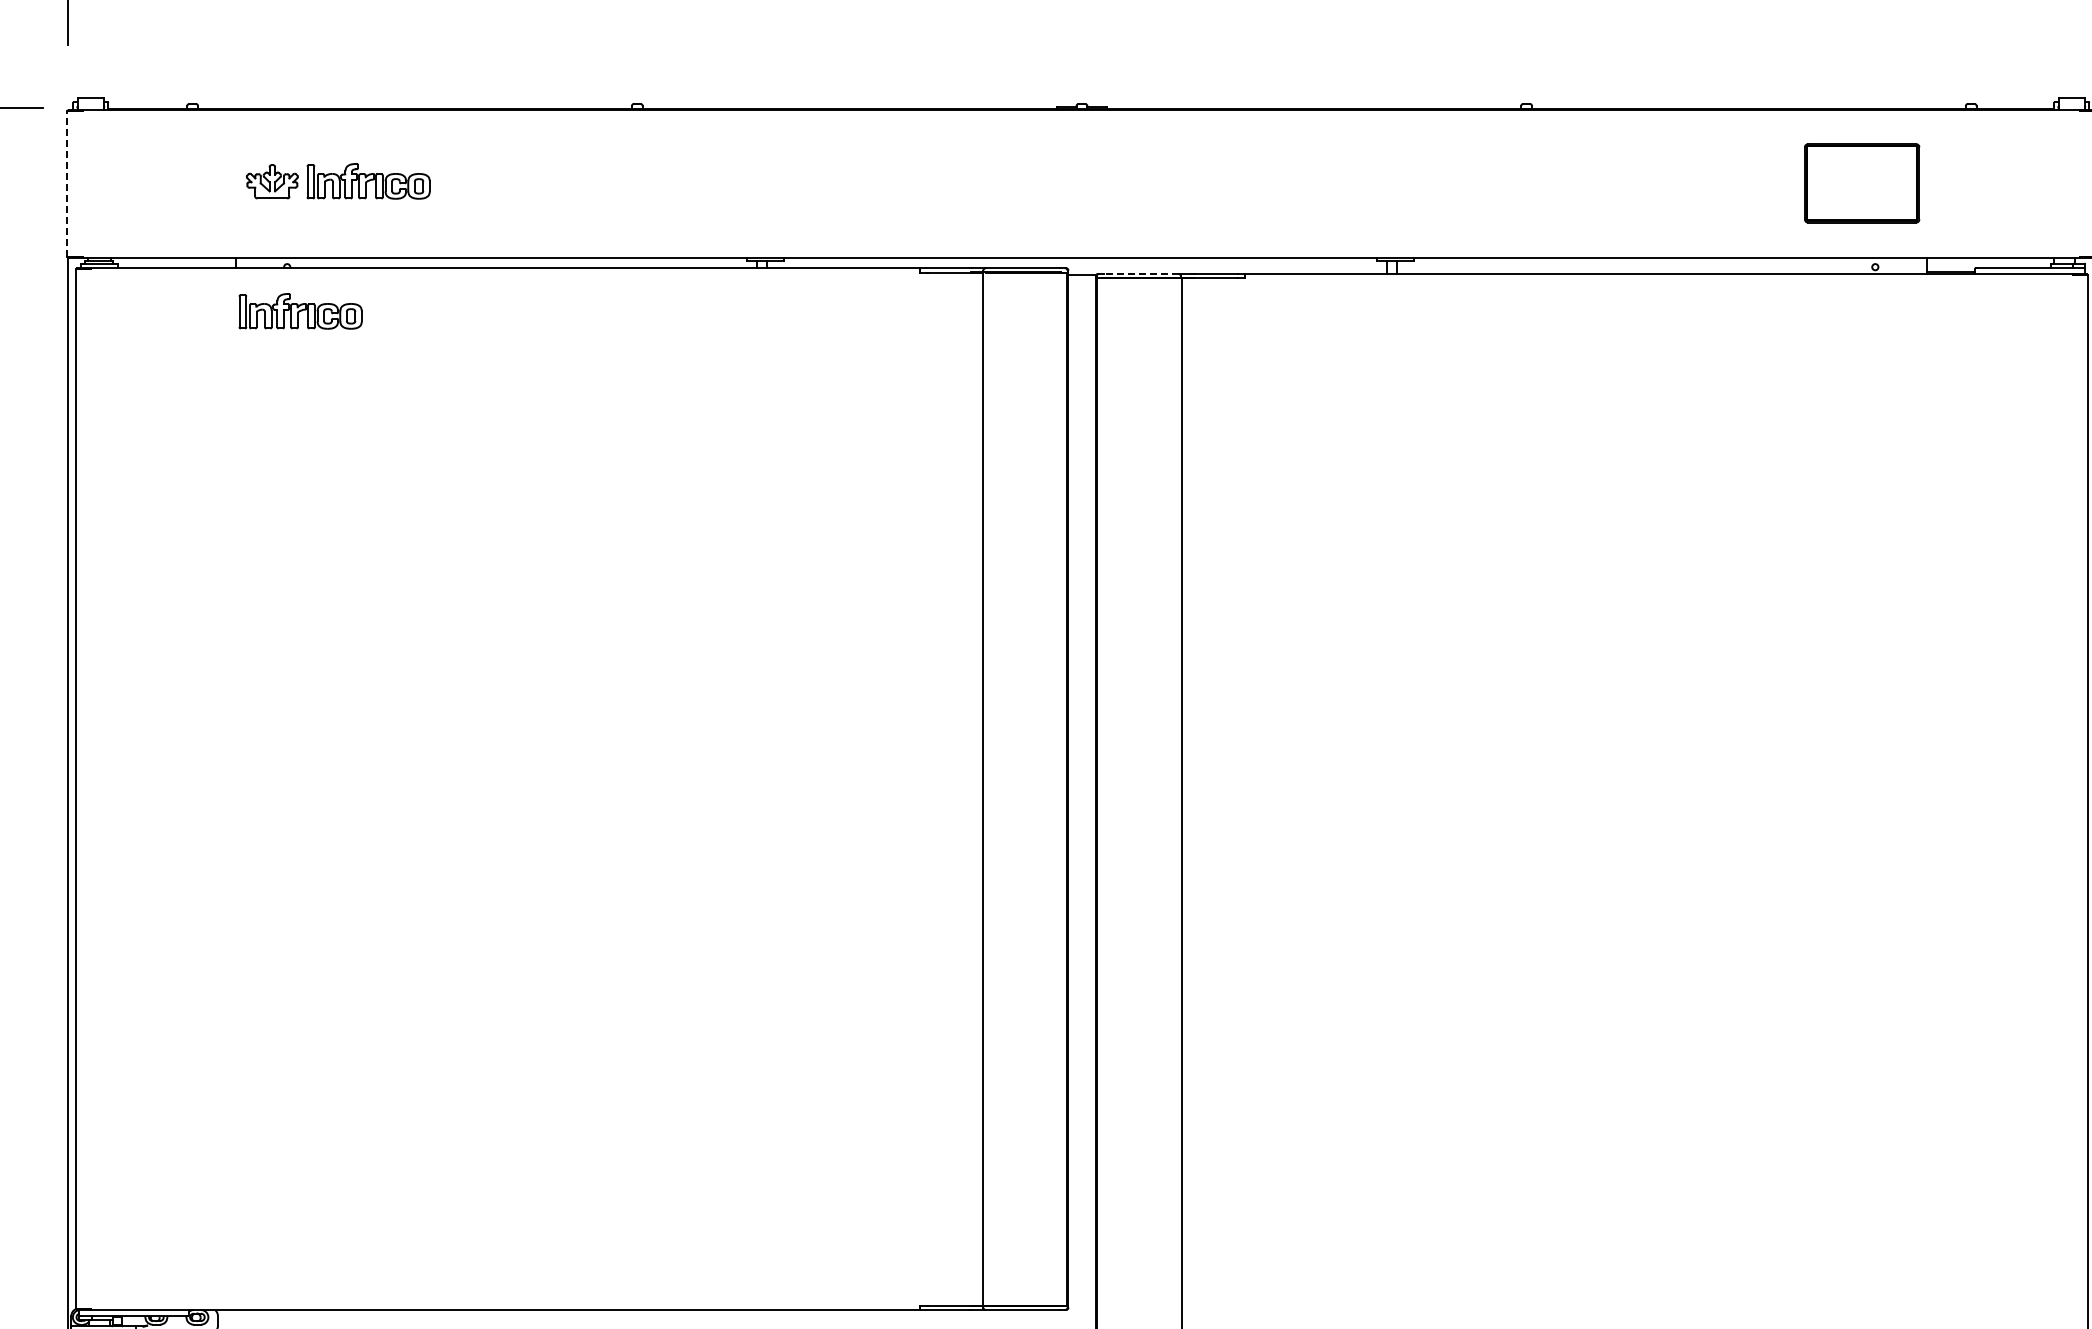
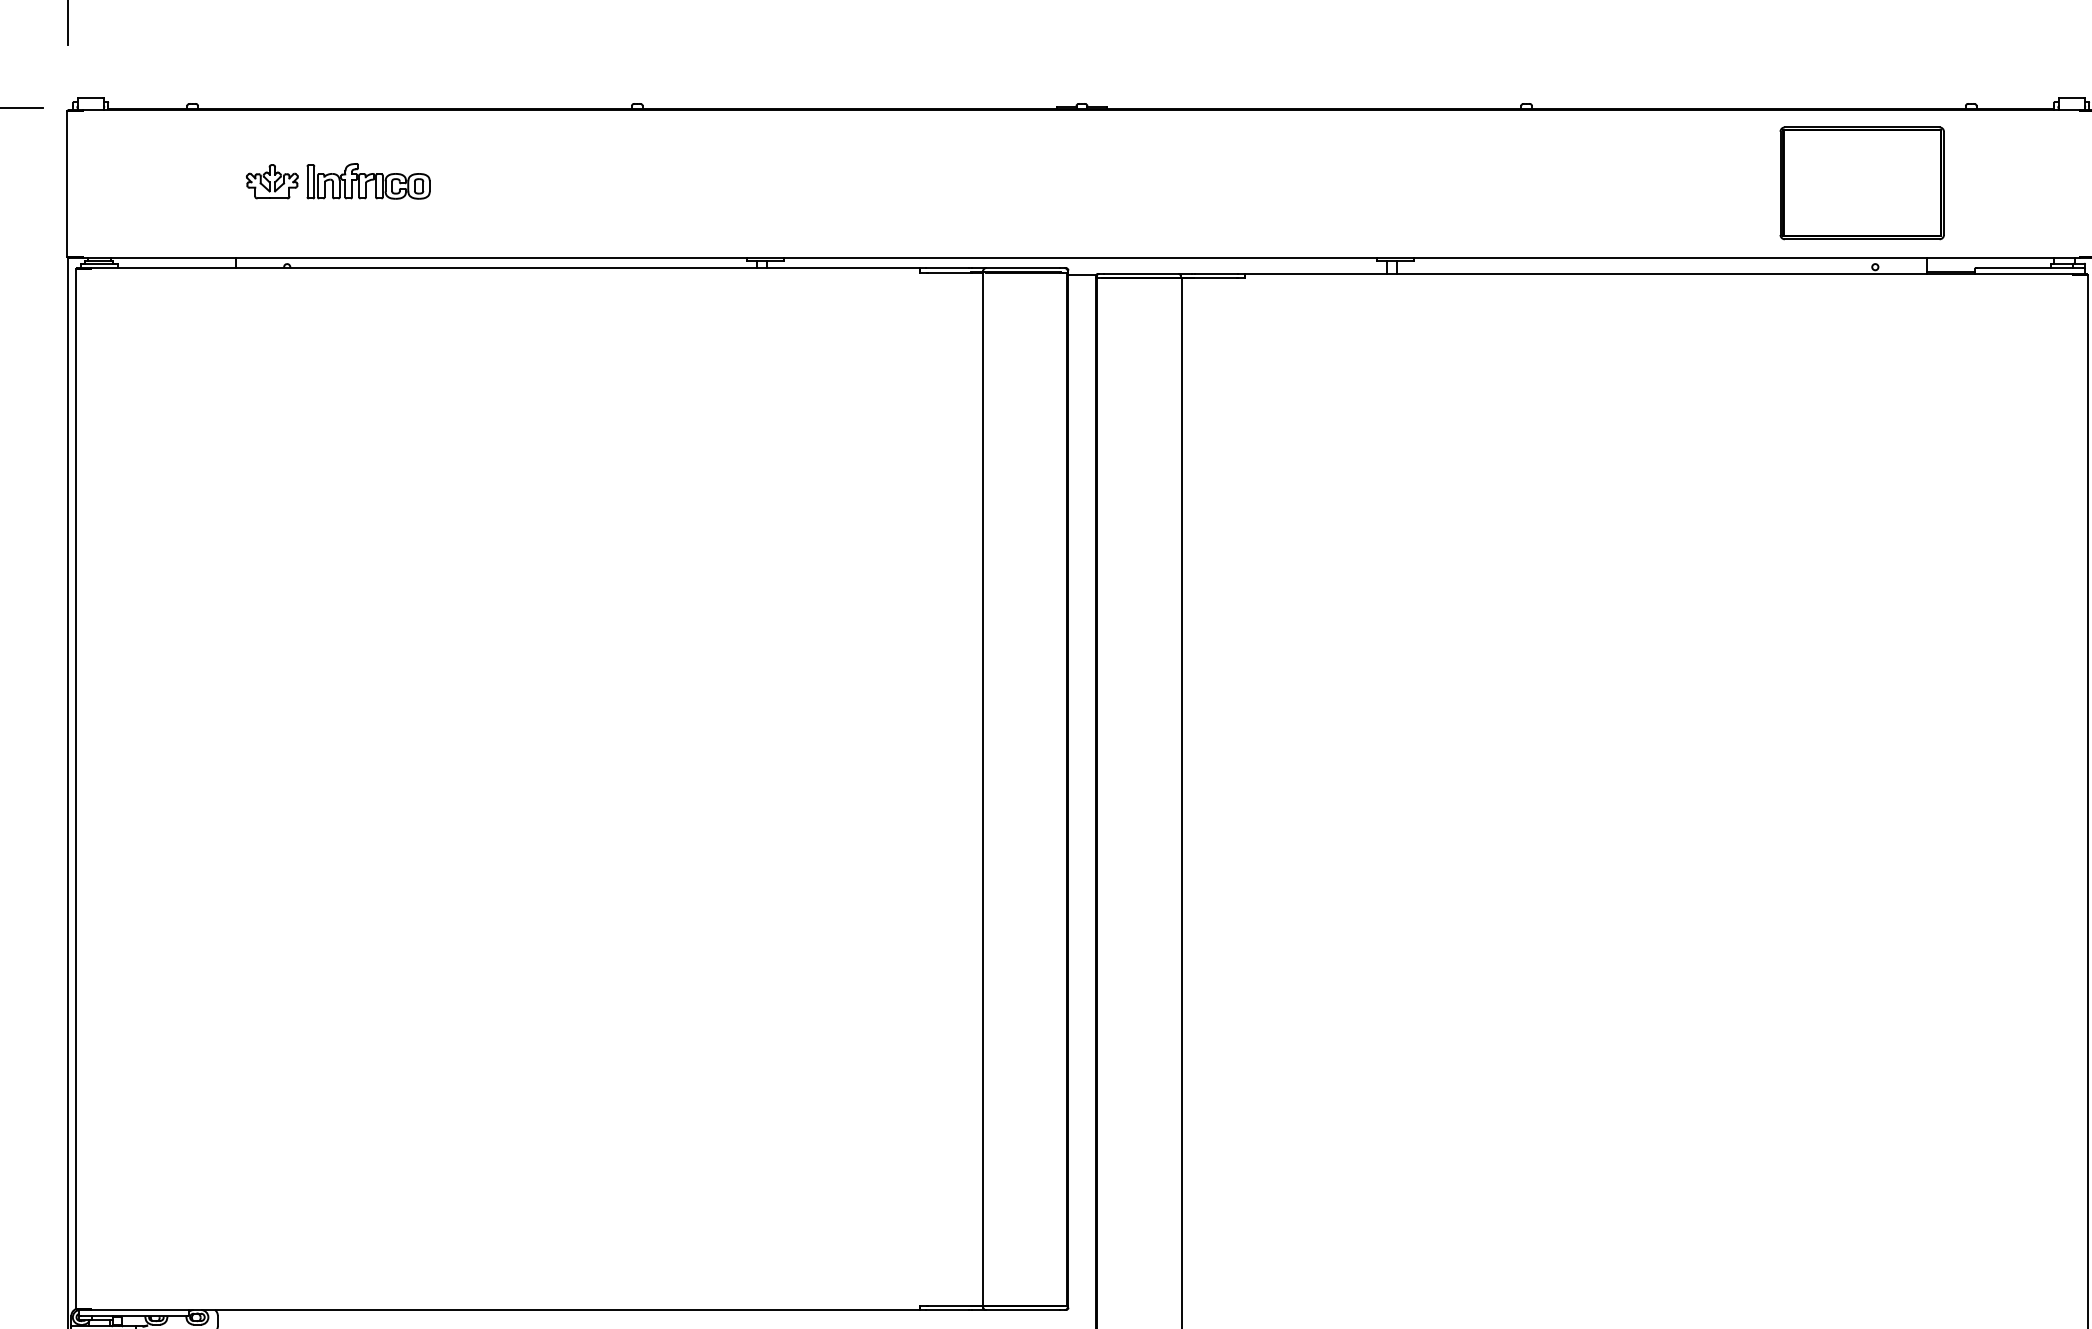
line at (67, 183): dashed -> solid
part at (1862, 183) size: 117x81 px -> 166x115 px
line at (1140, 273): dashed -> solid
part at (300, 311): present -> none
